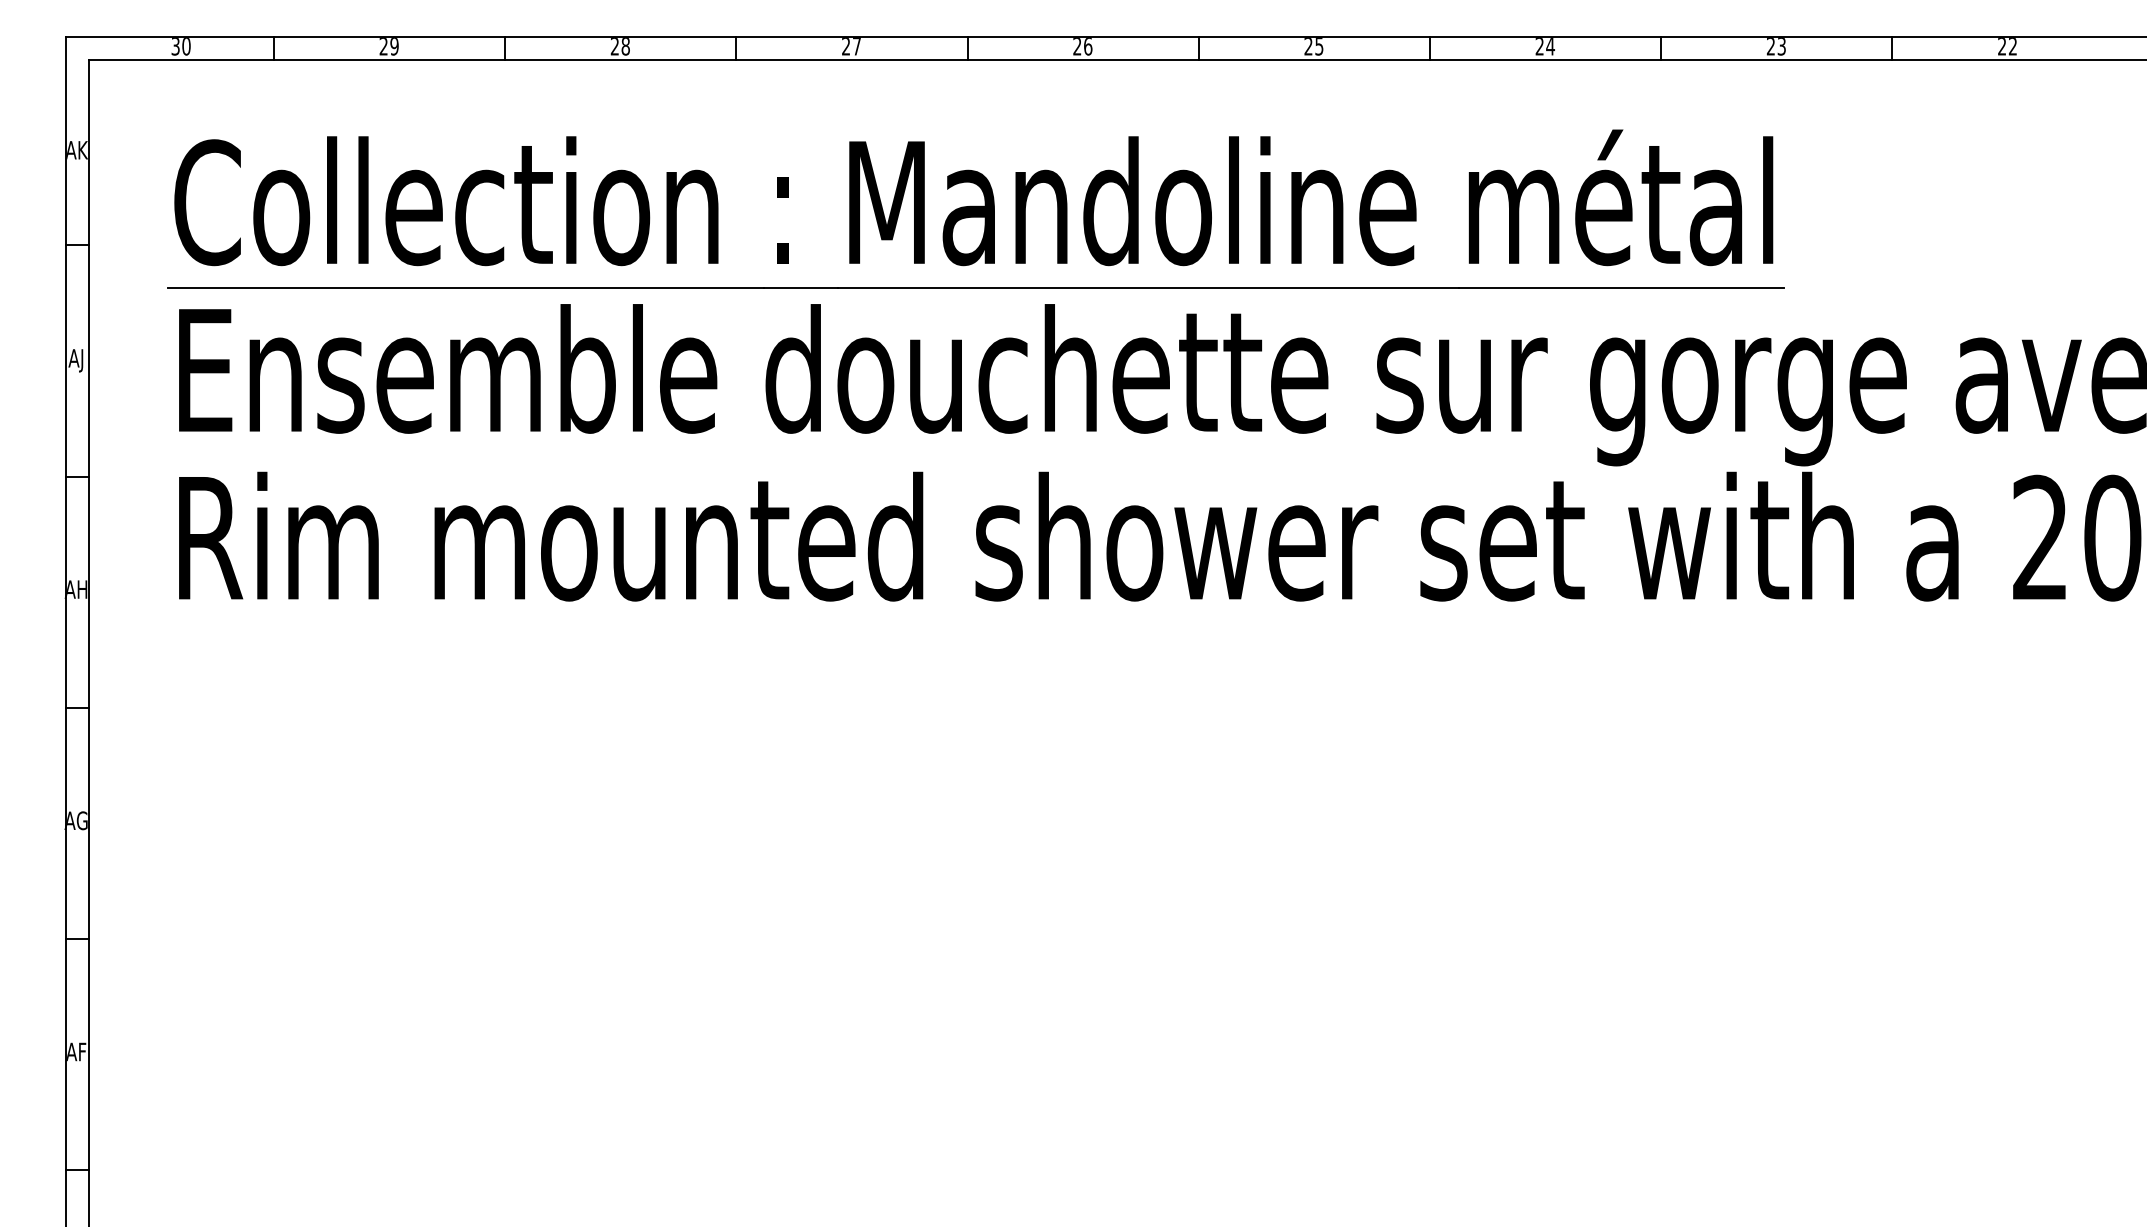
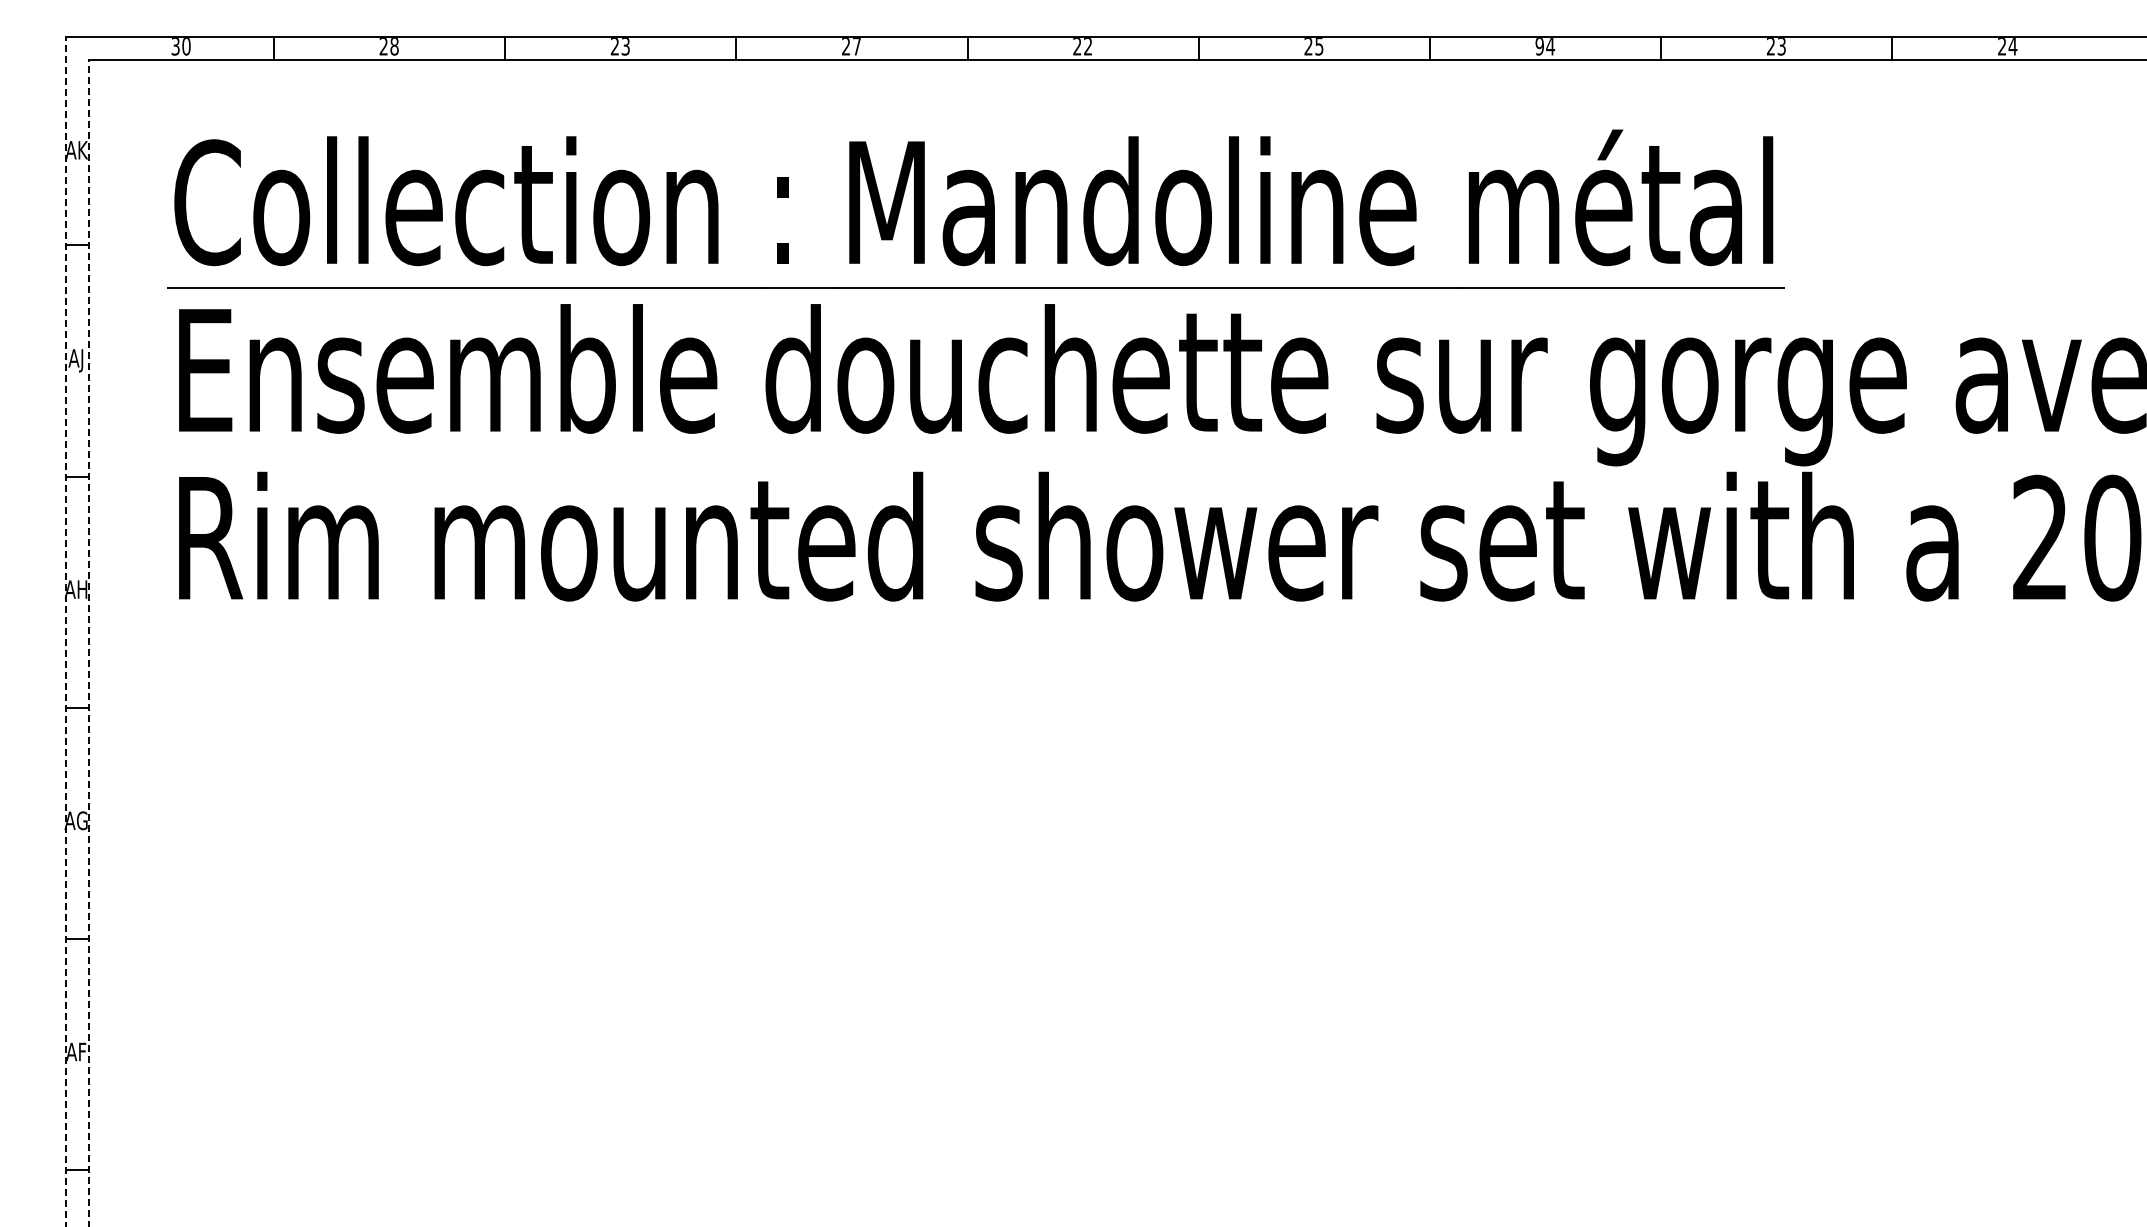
text at (394, 46): 29 -> 28
text at (625, 46): 28 -> 23
text at (1088, 46): 26 -> 22
text at (1539, 46): 24 -> 94
text at (2012, 46): 22 -> 24
line at (65, 631): solid -> dashed
line at (89, 643): solid -> dashed
